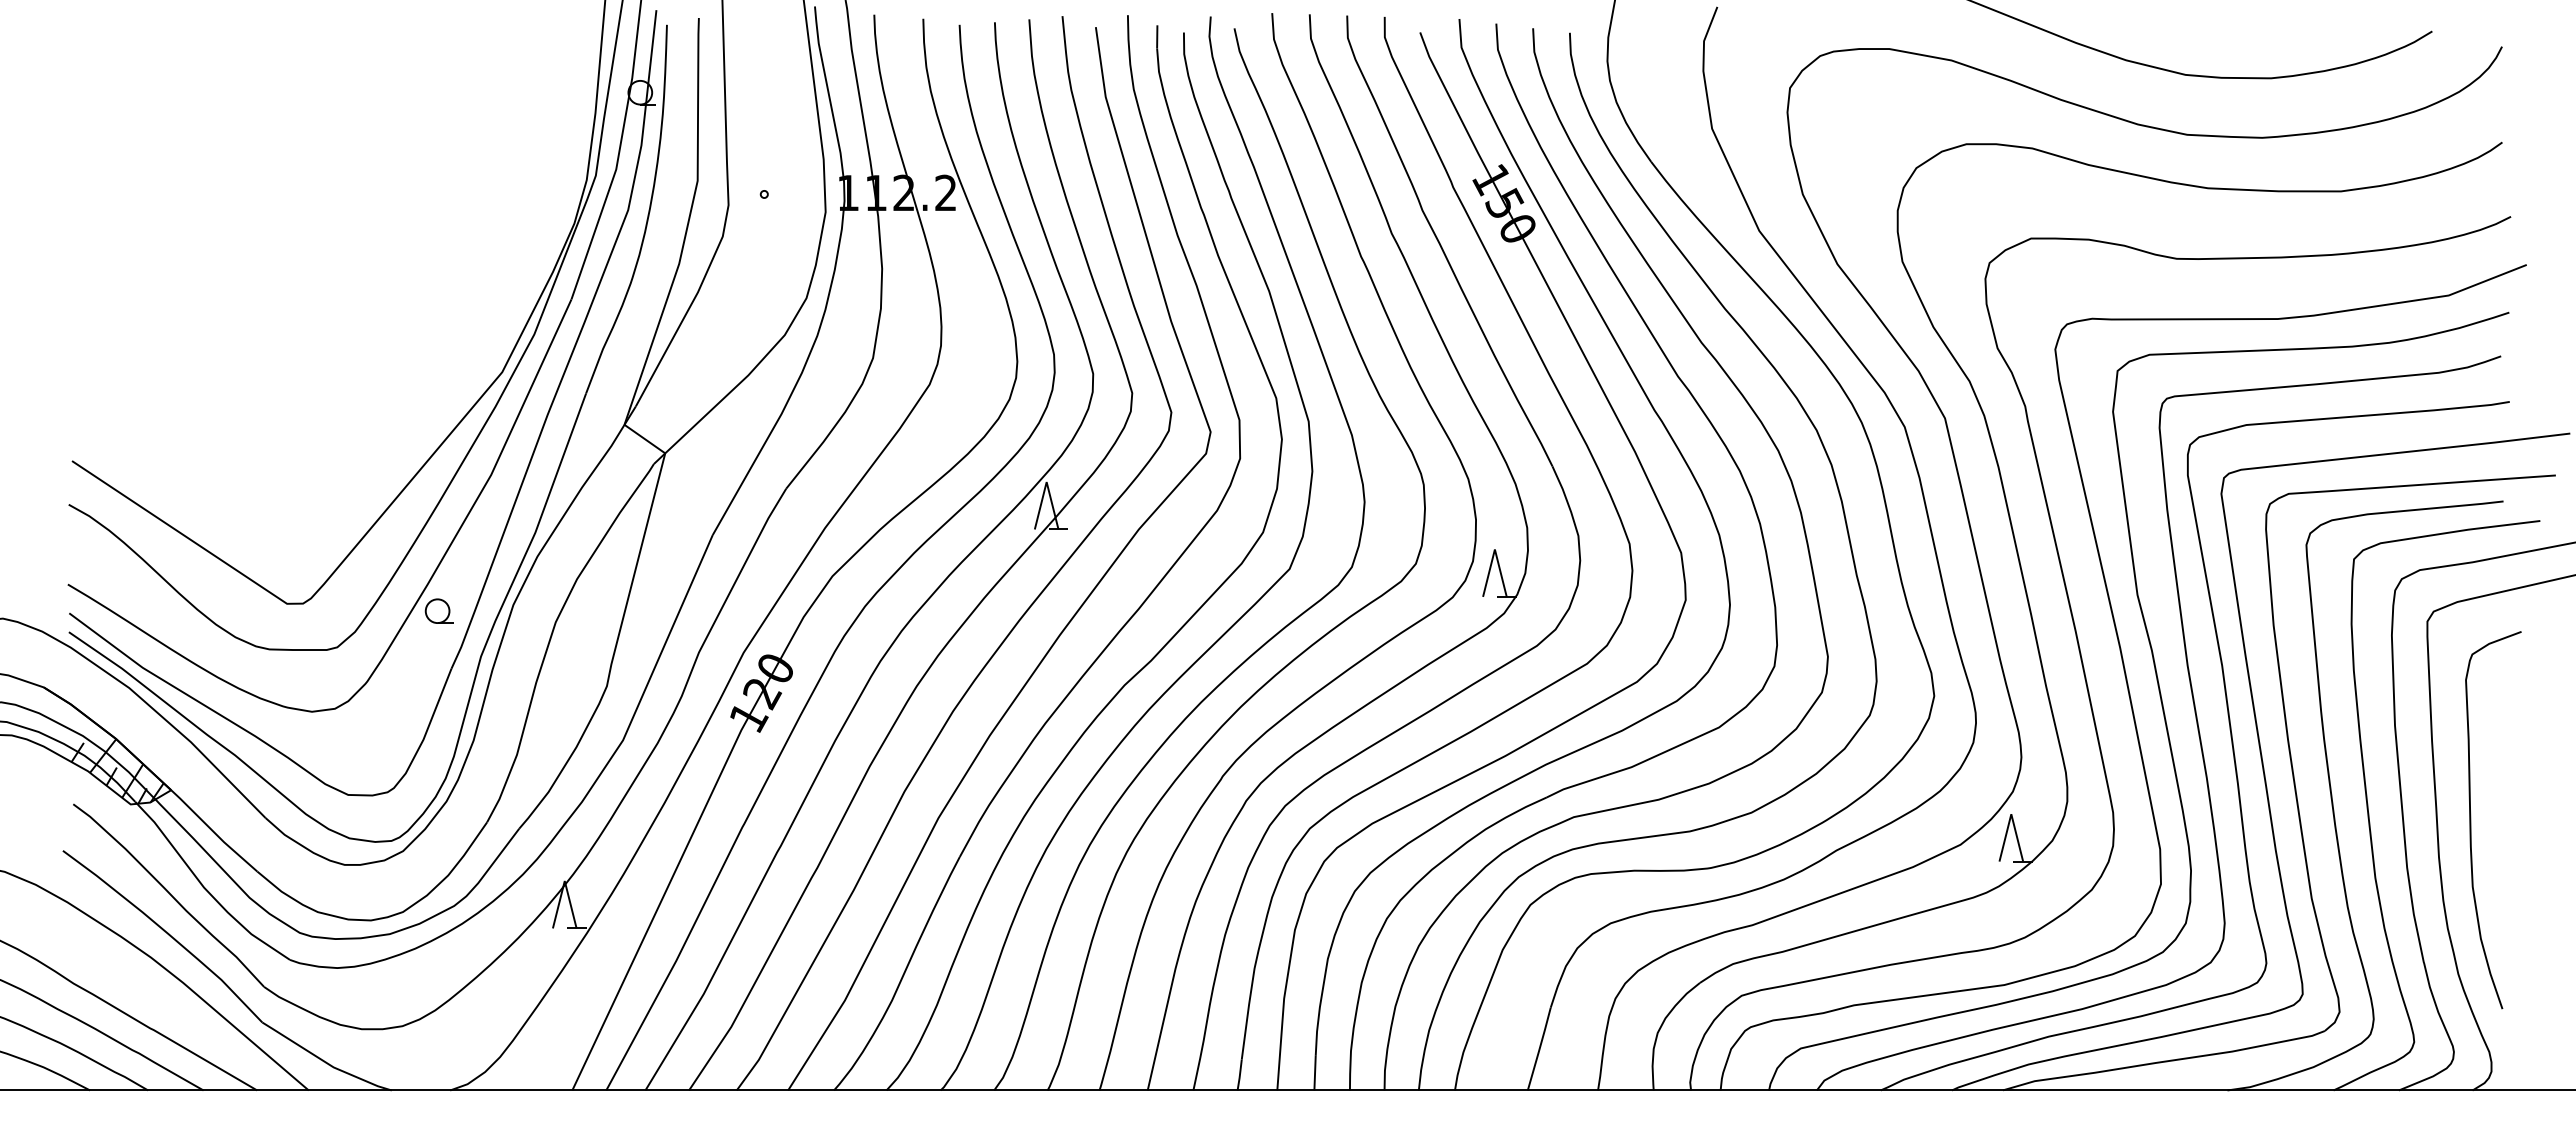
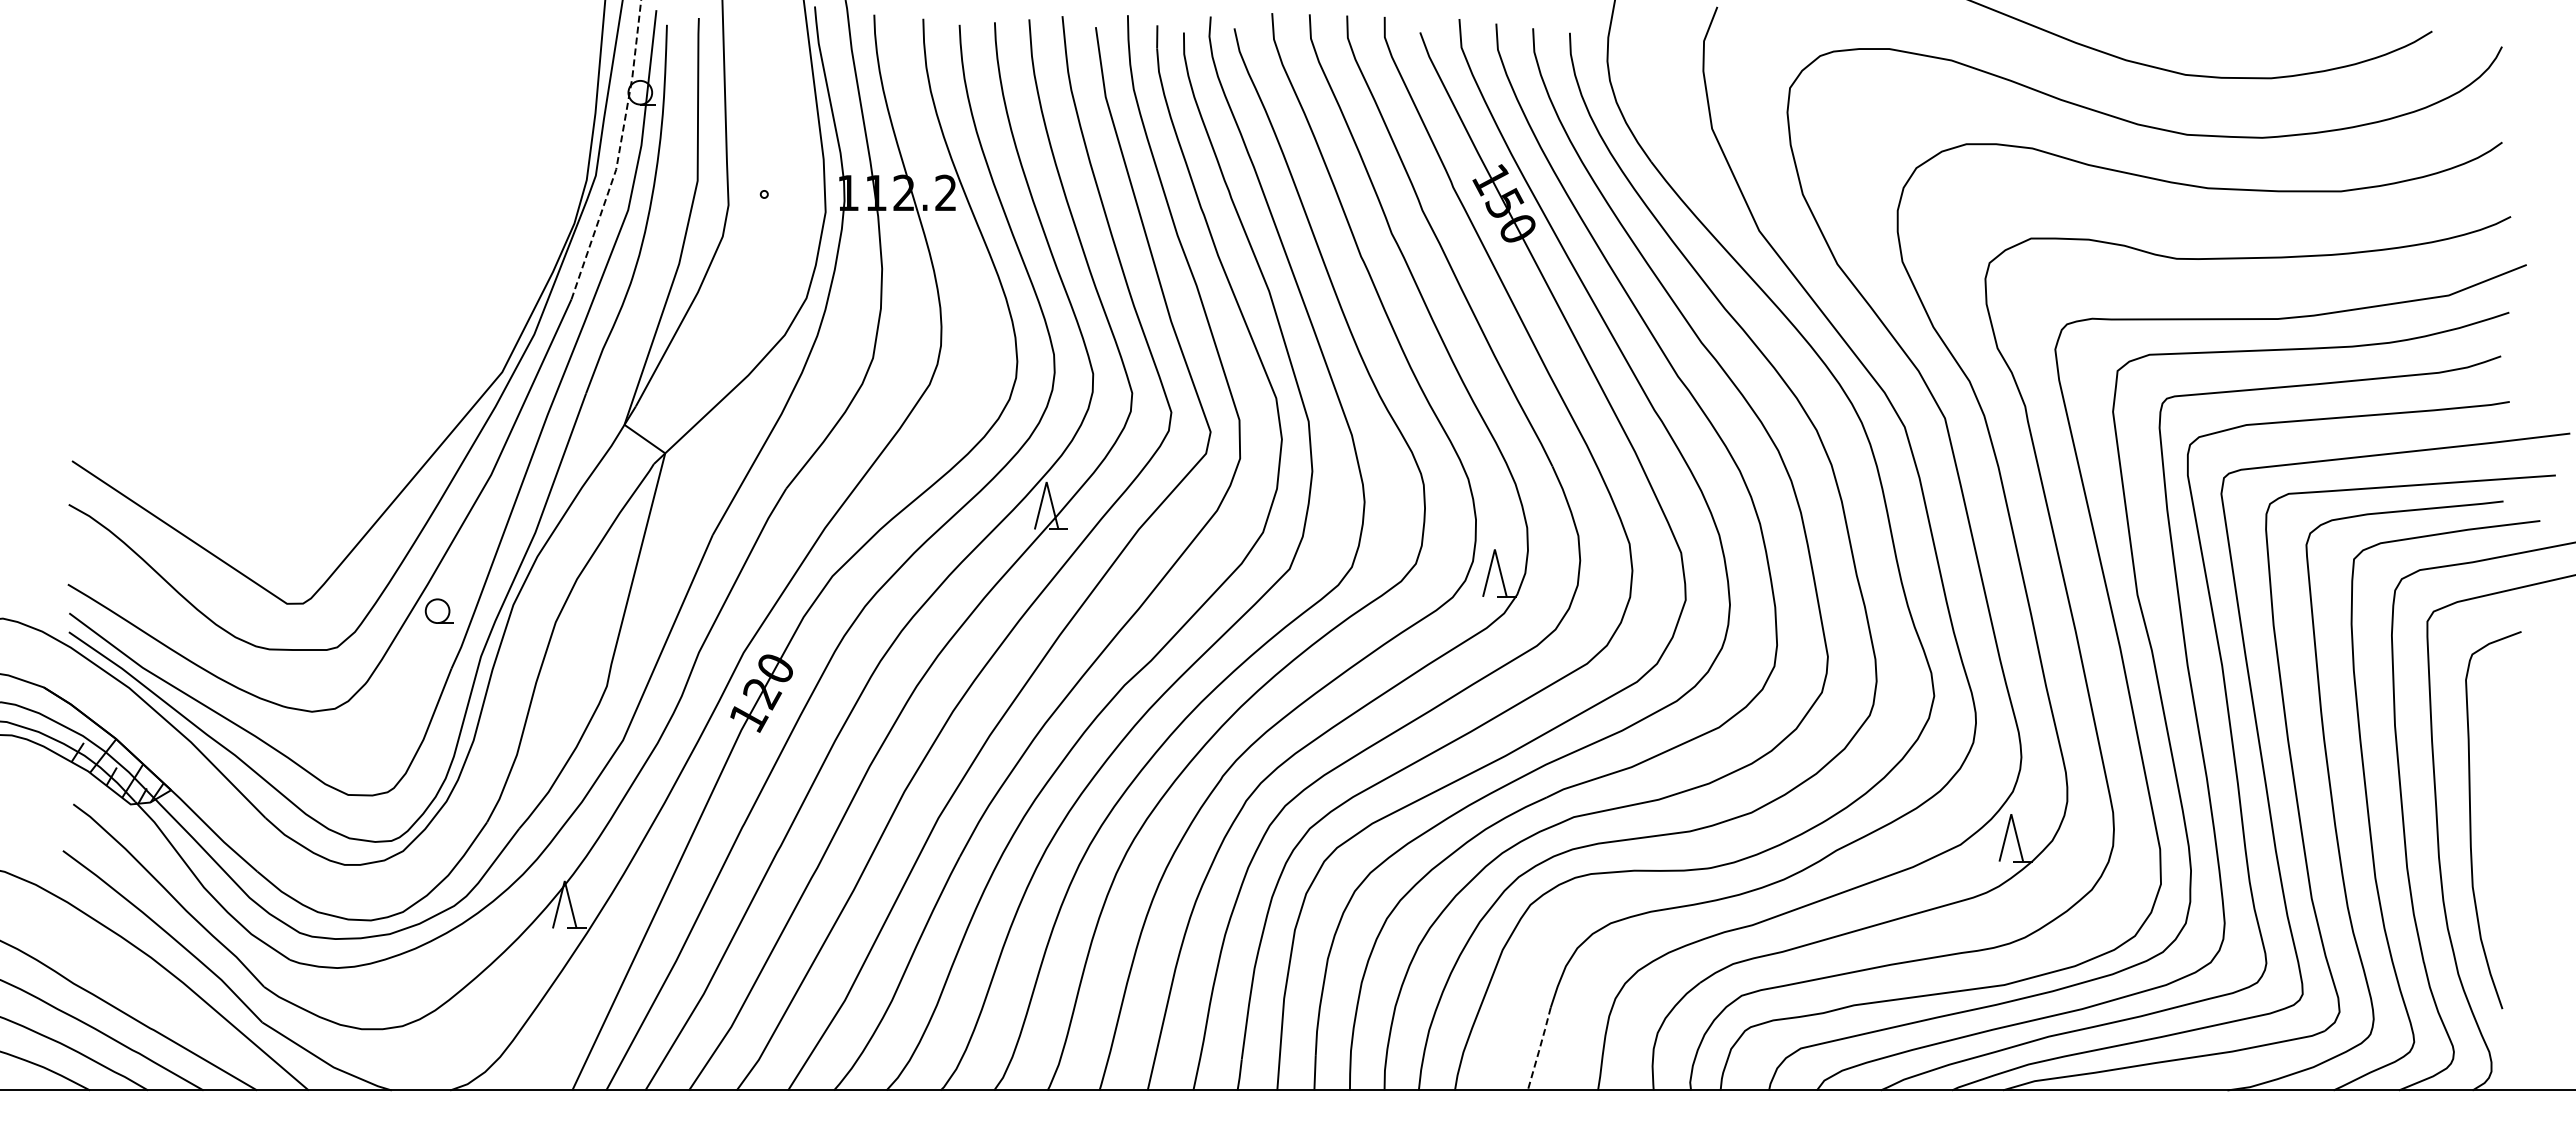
line at (619, 152): solid -> dashed
line at (1539, 1049): solid -> dashed
